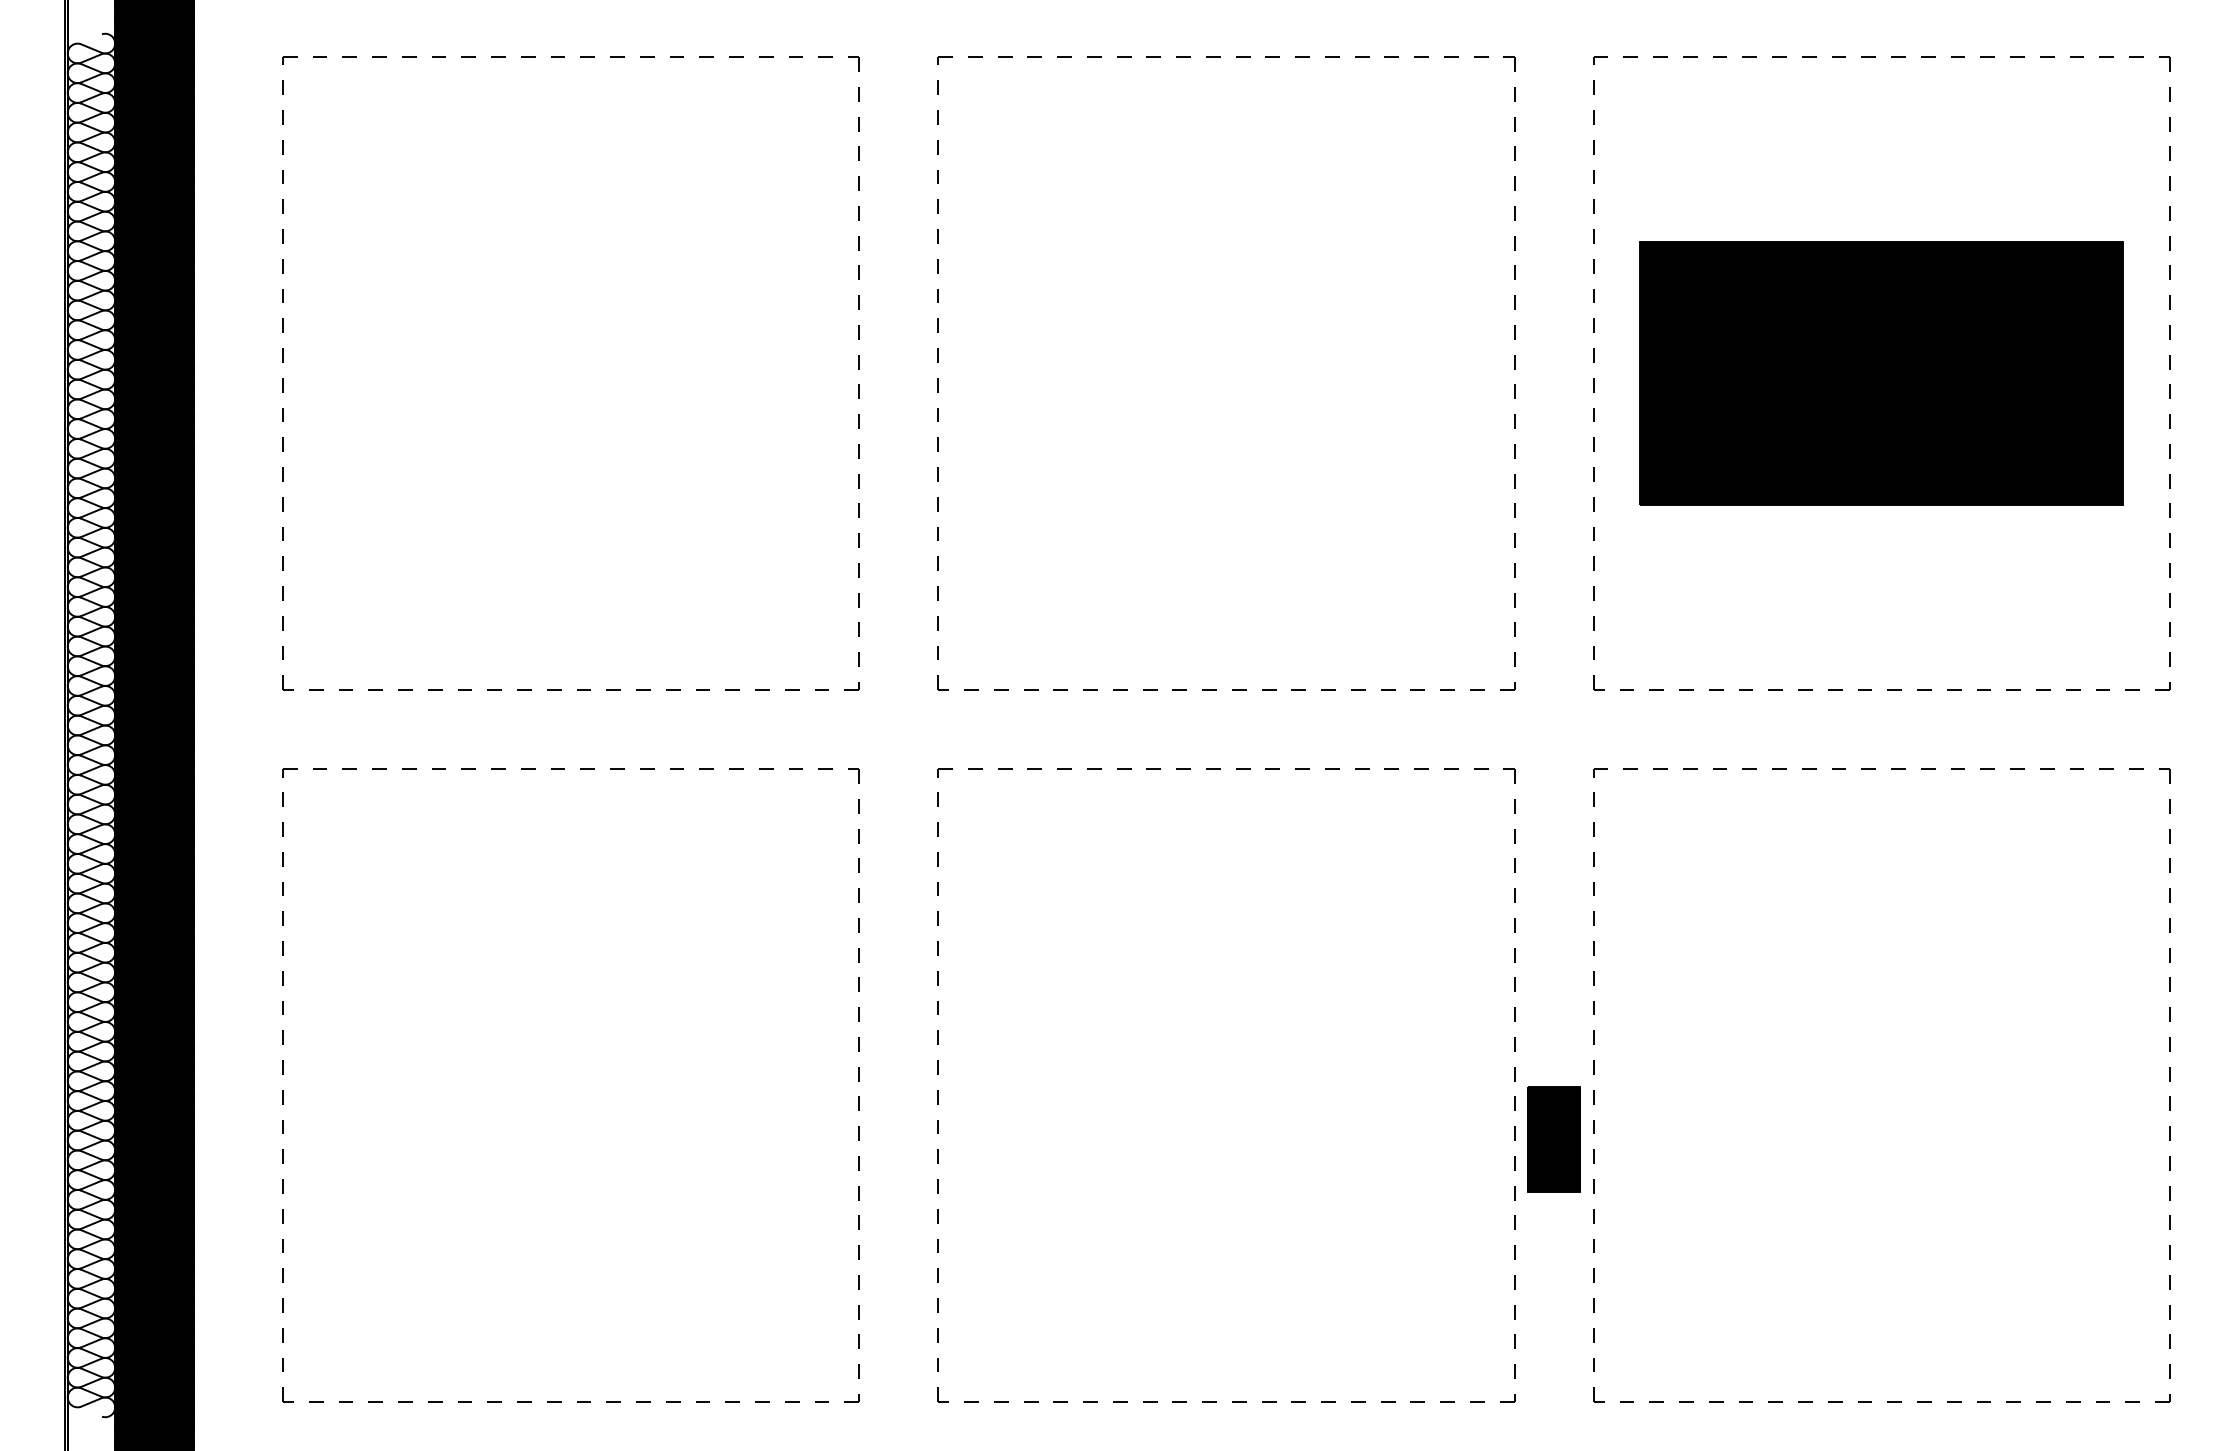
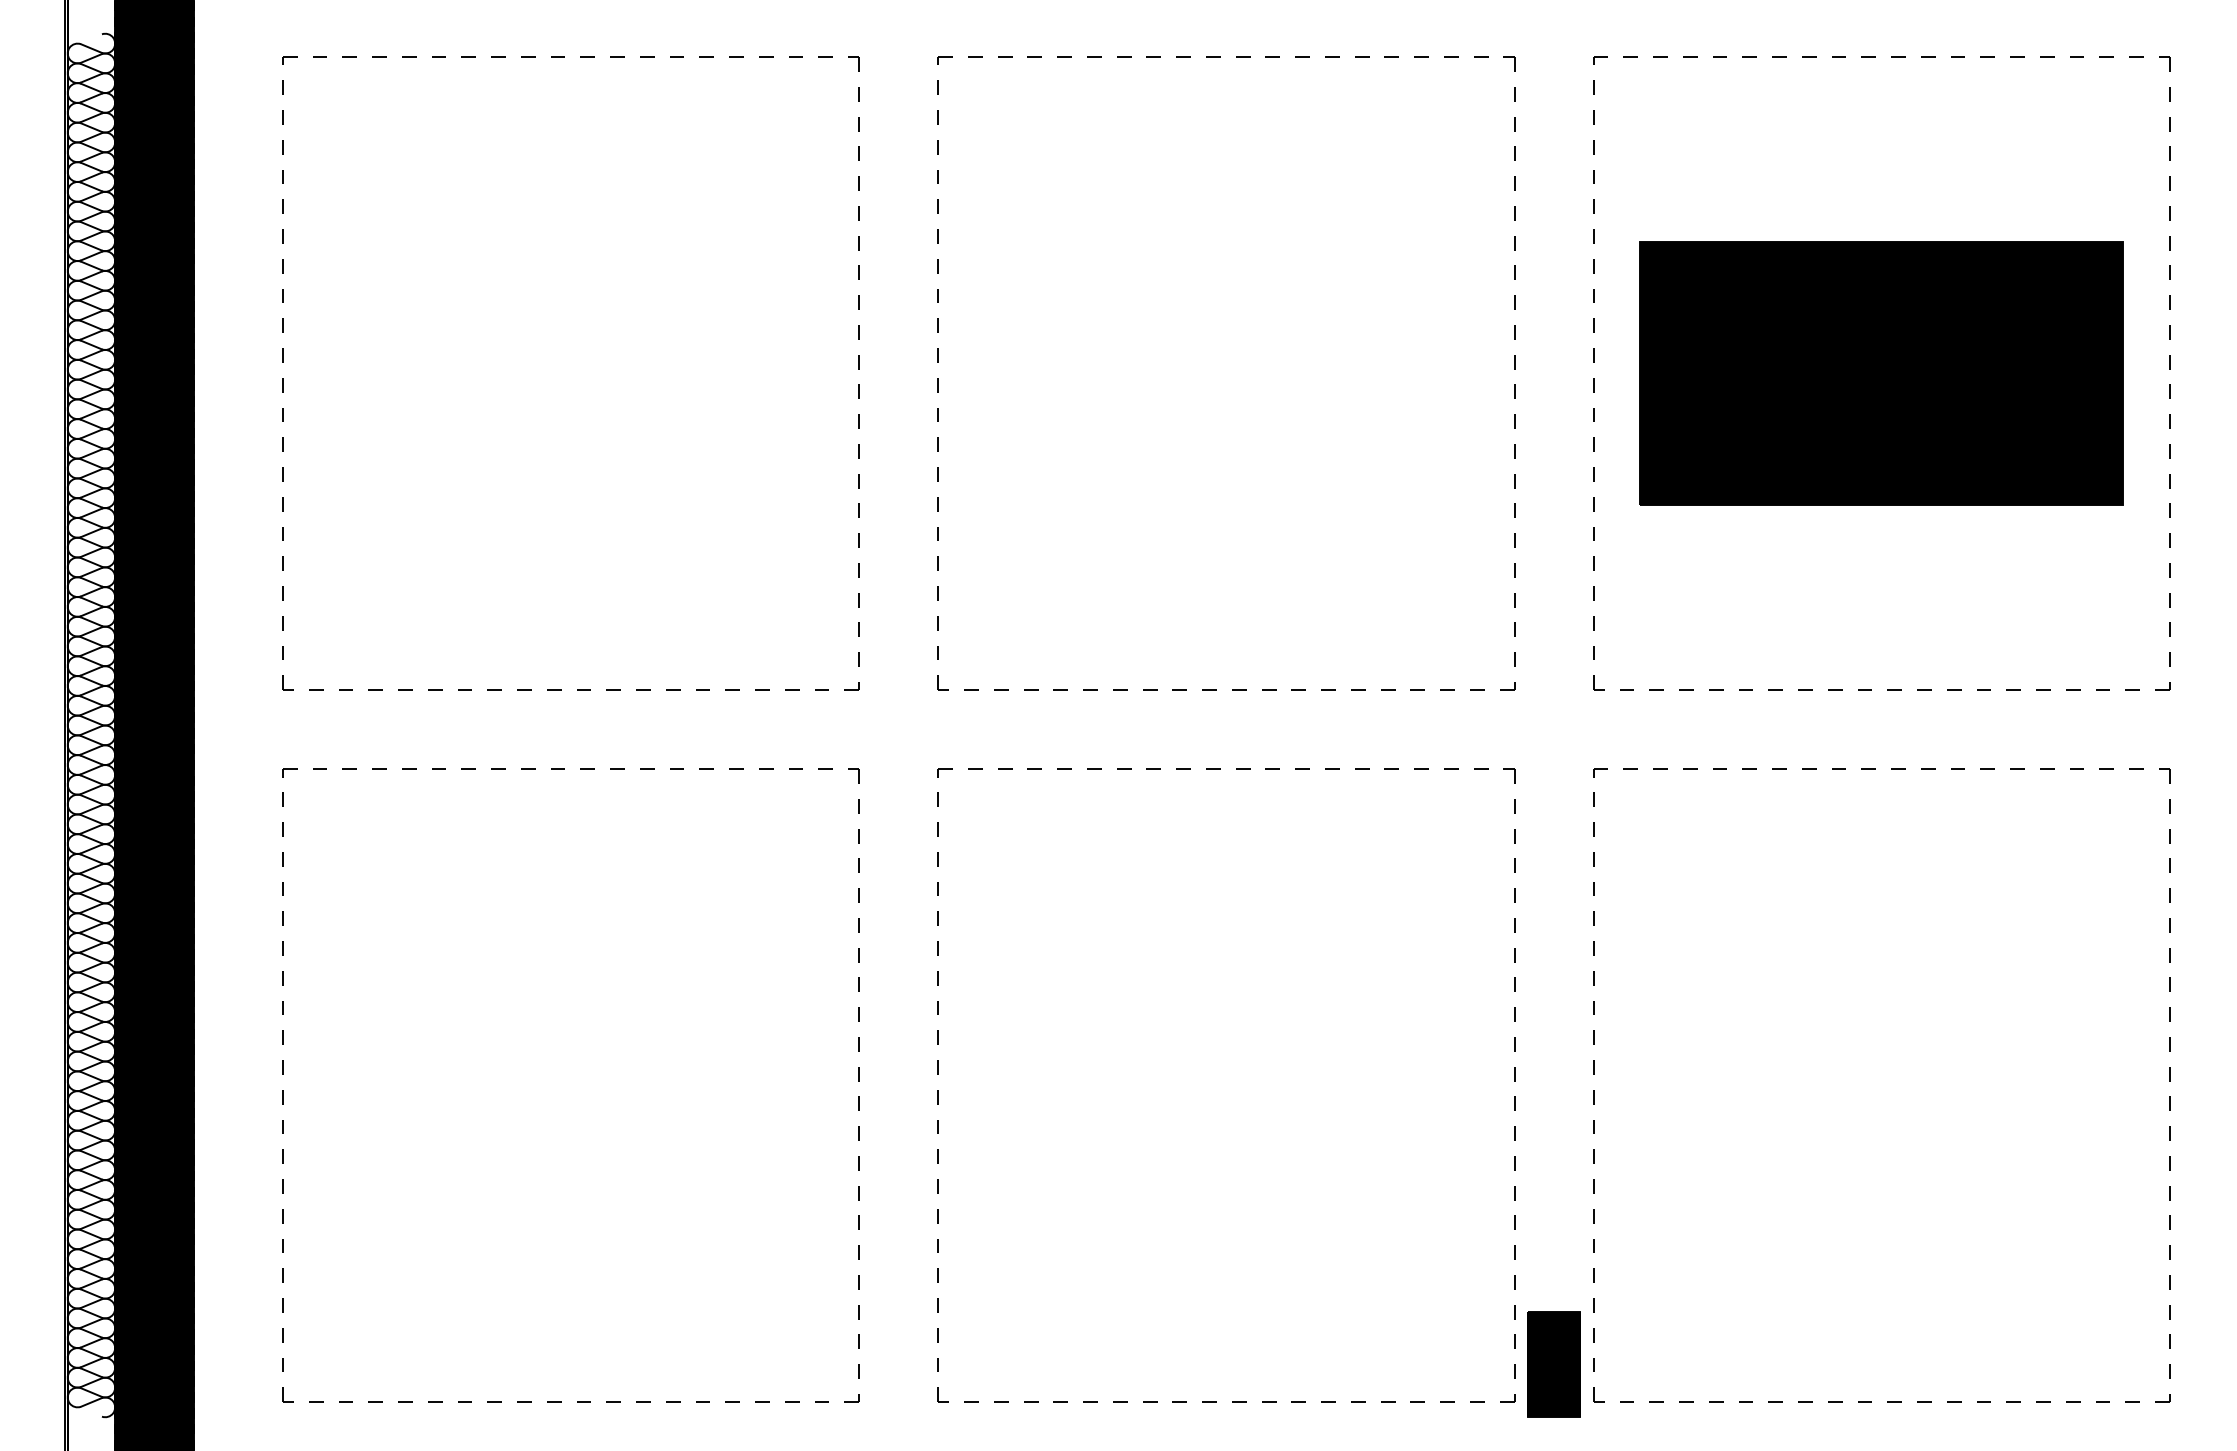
part at (1553, 1139) position: (1553, 1139) -> (1553, 1364)
